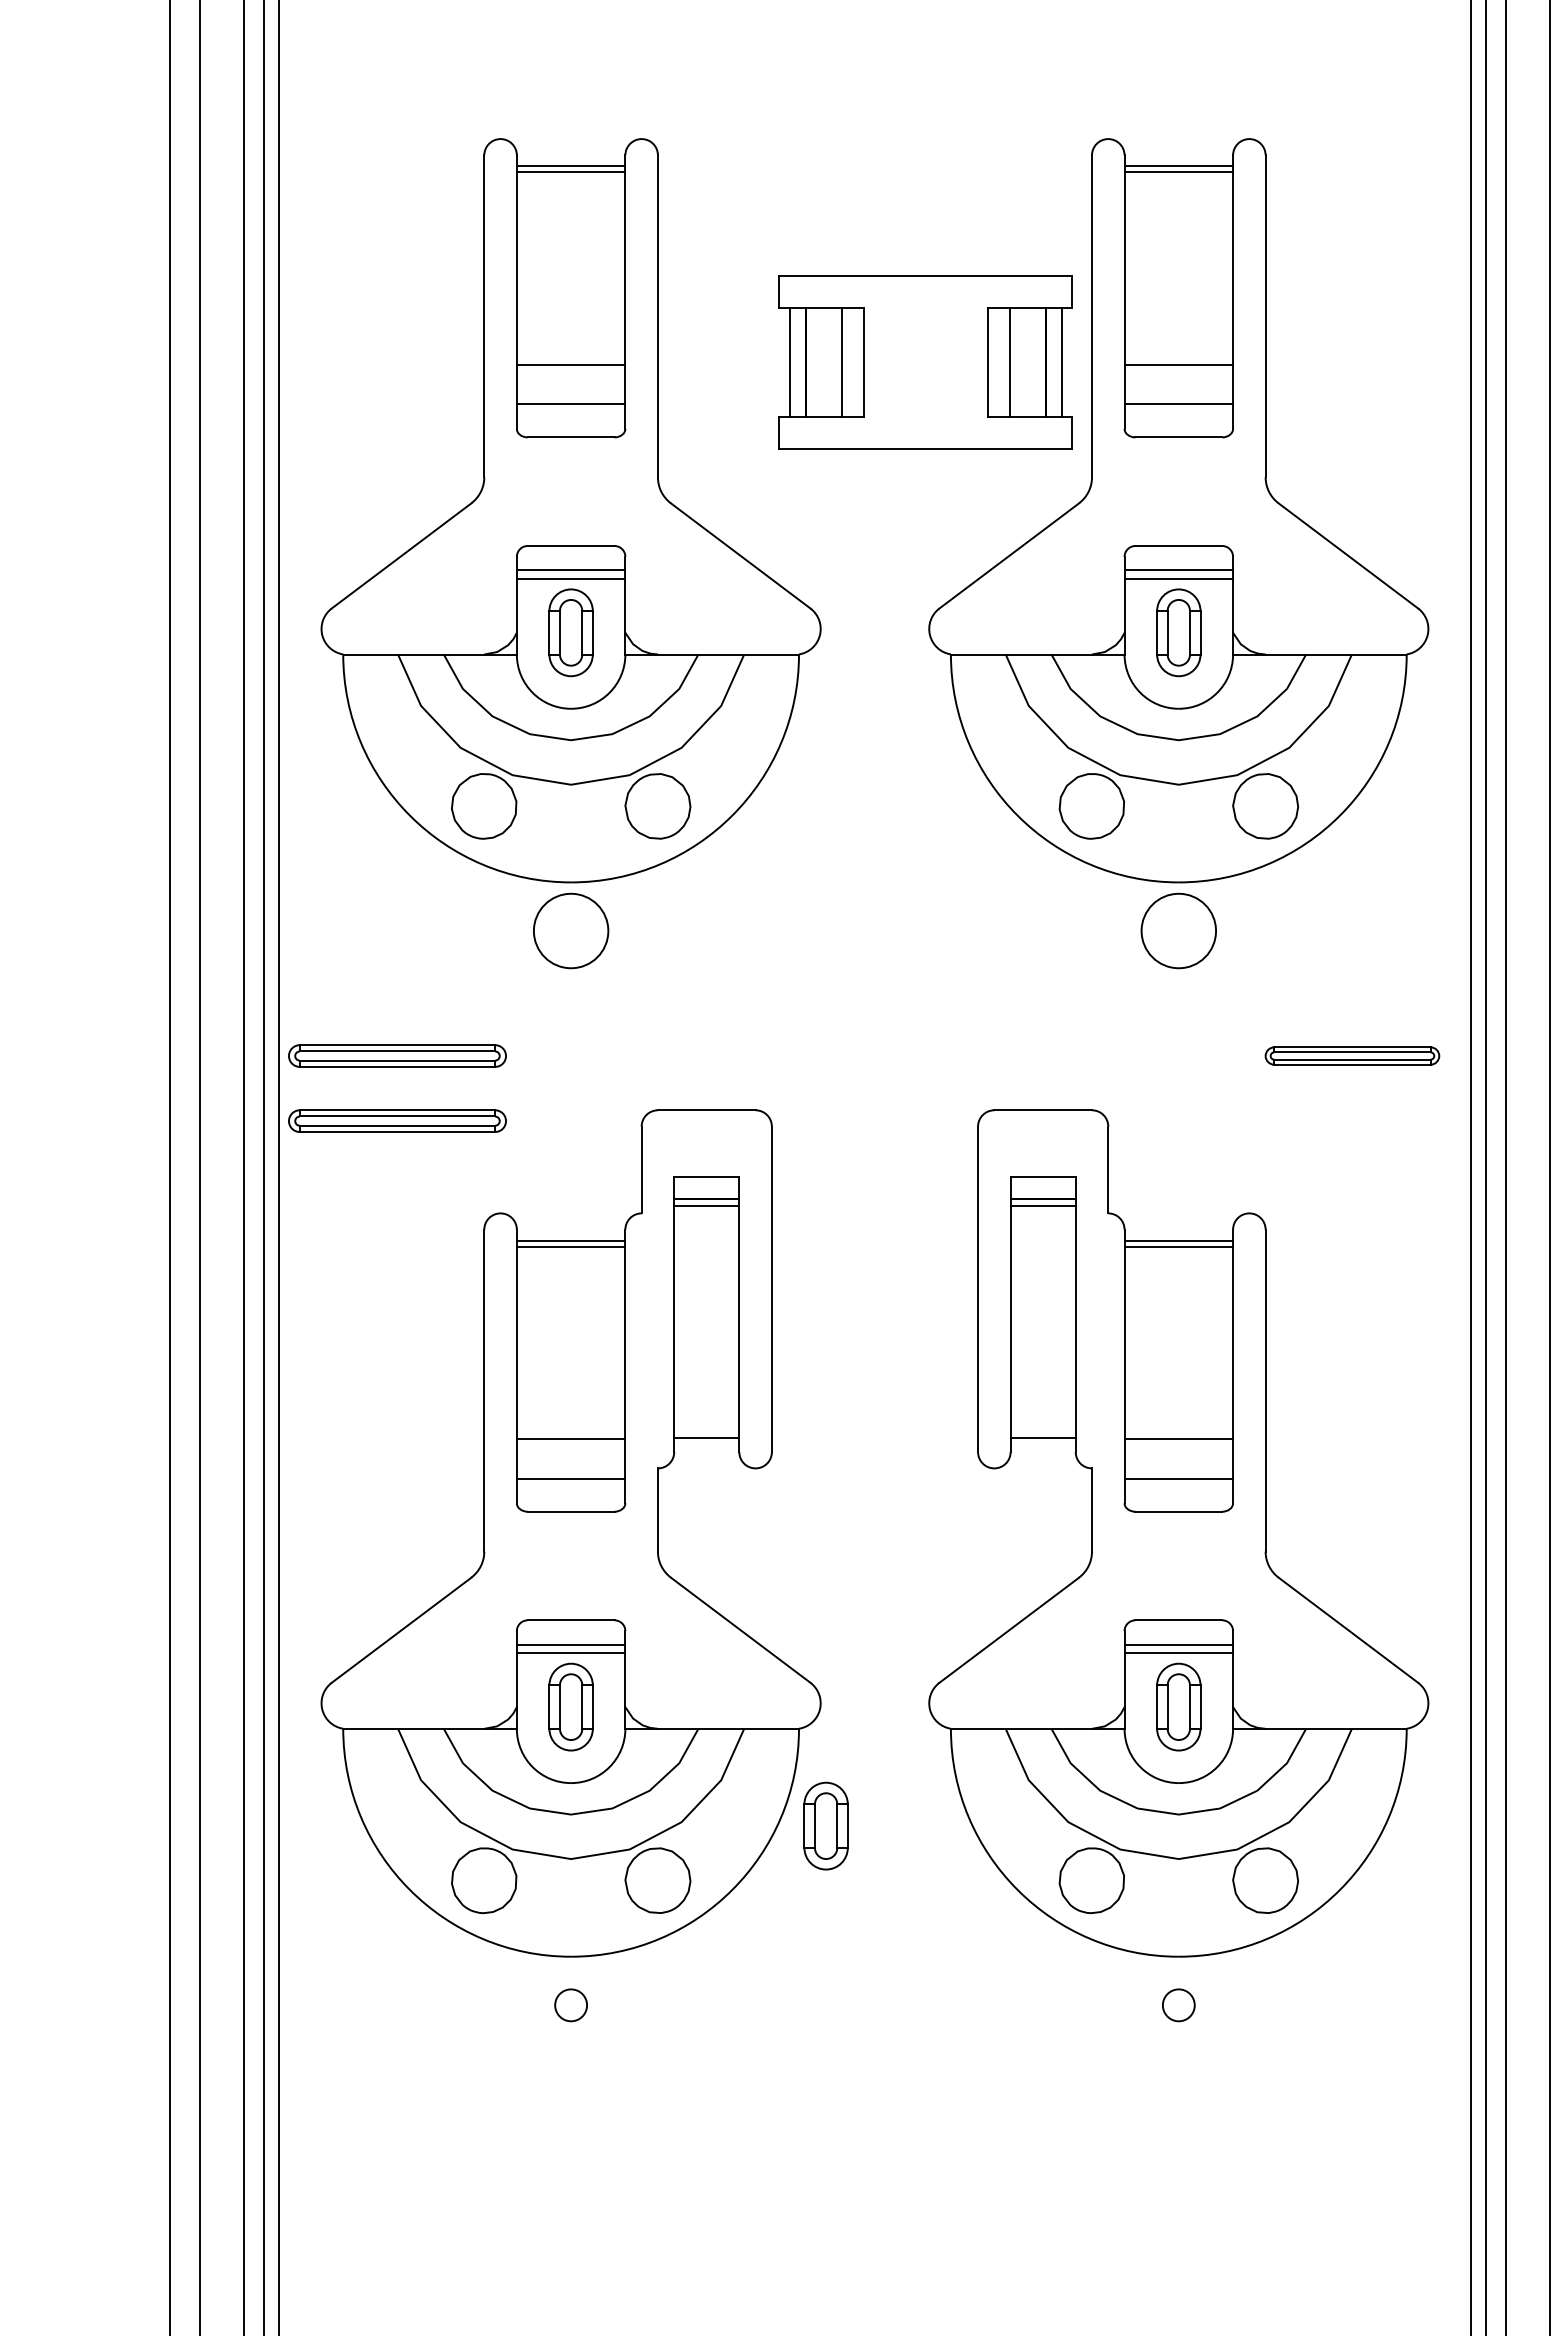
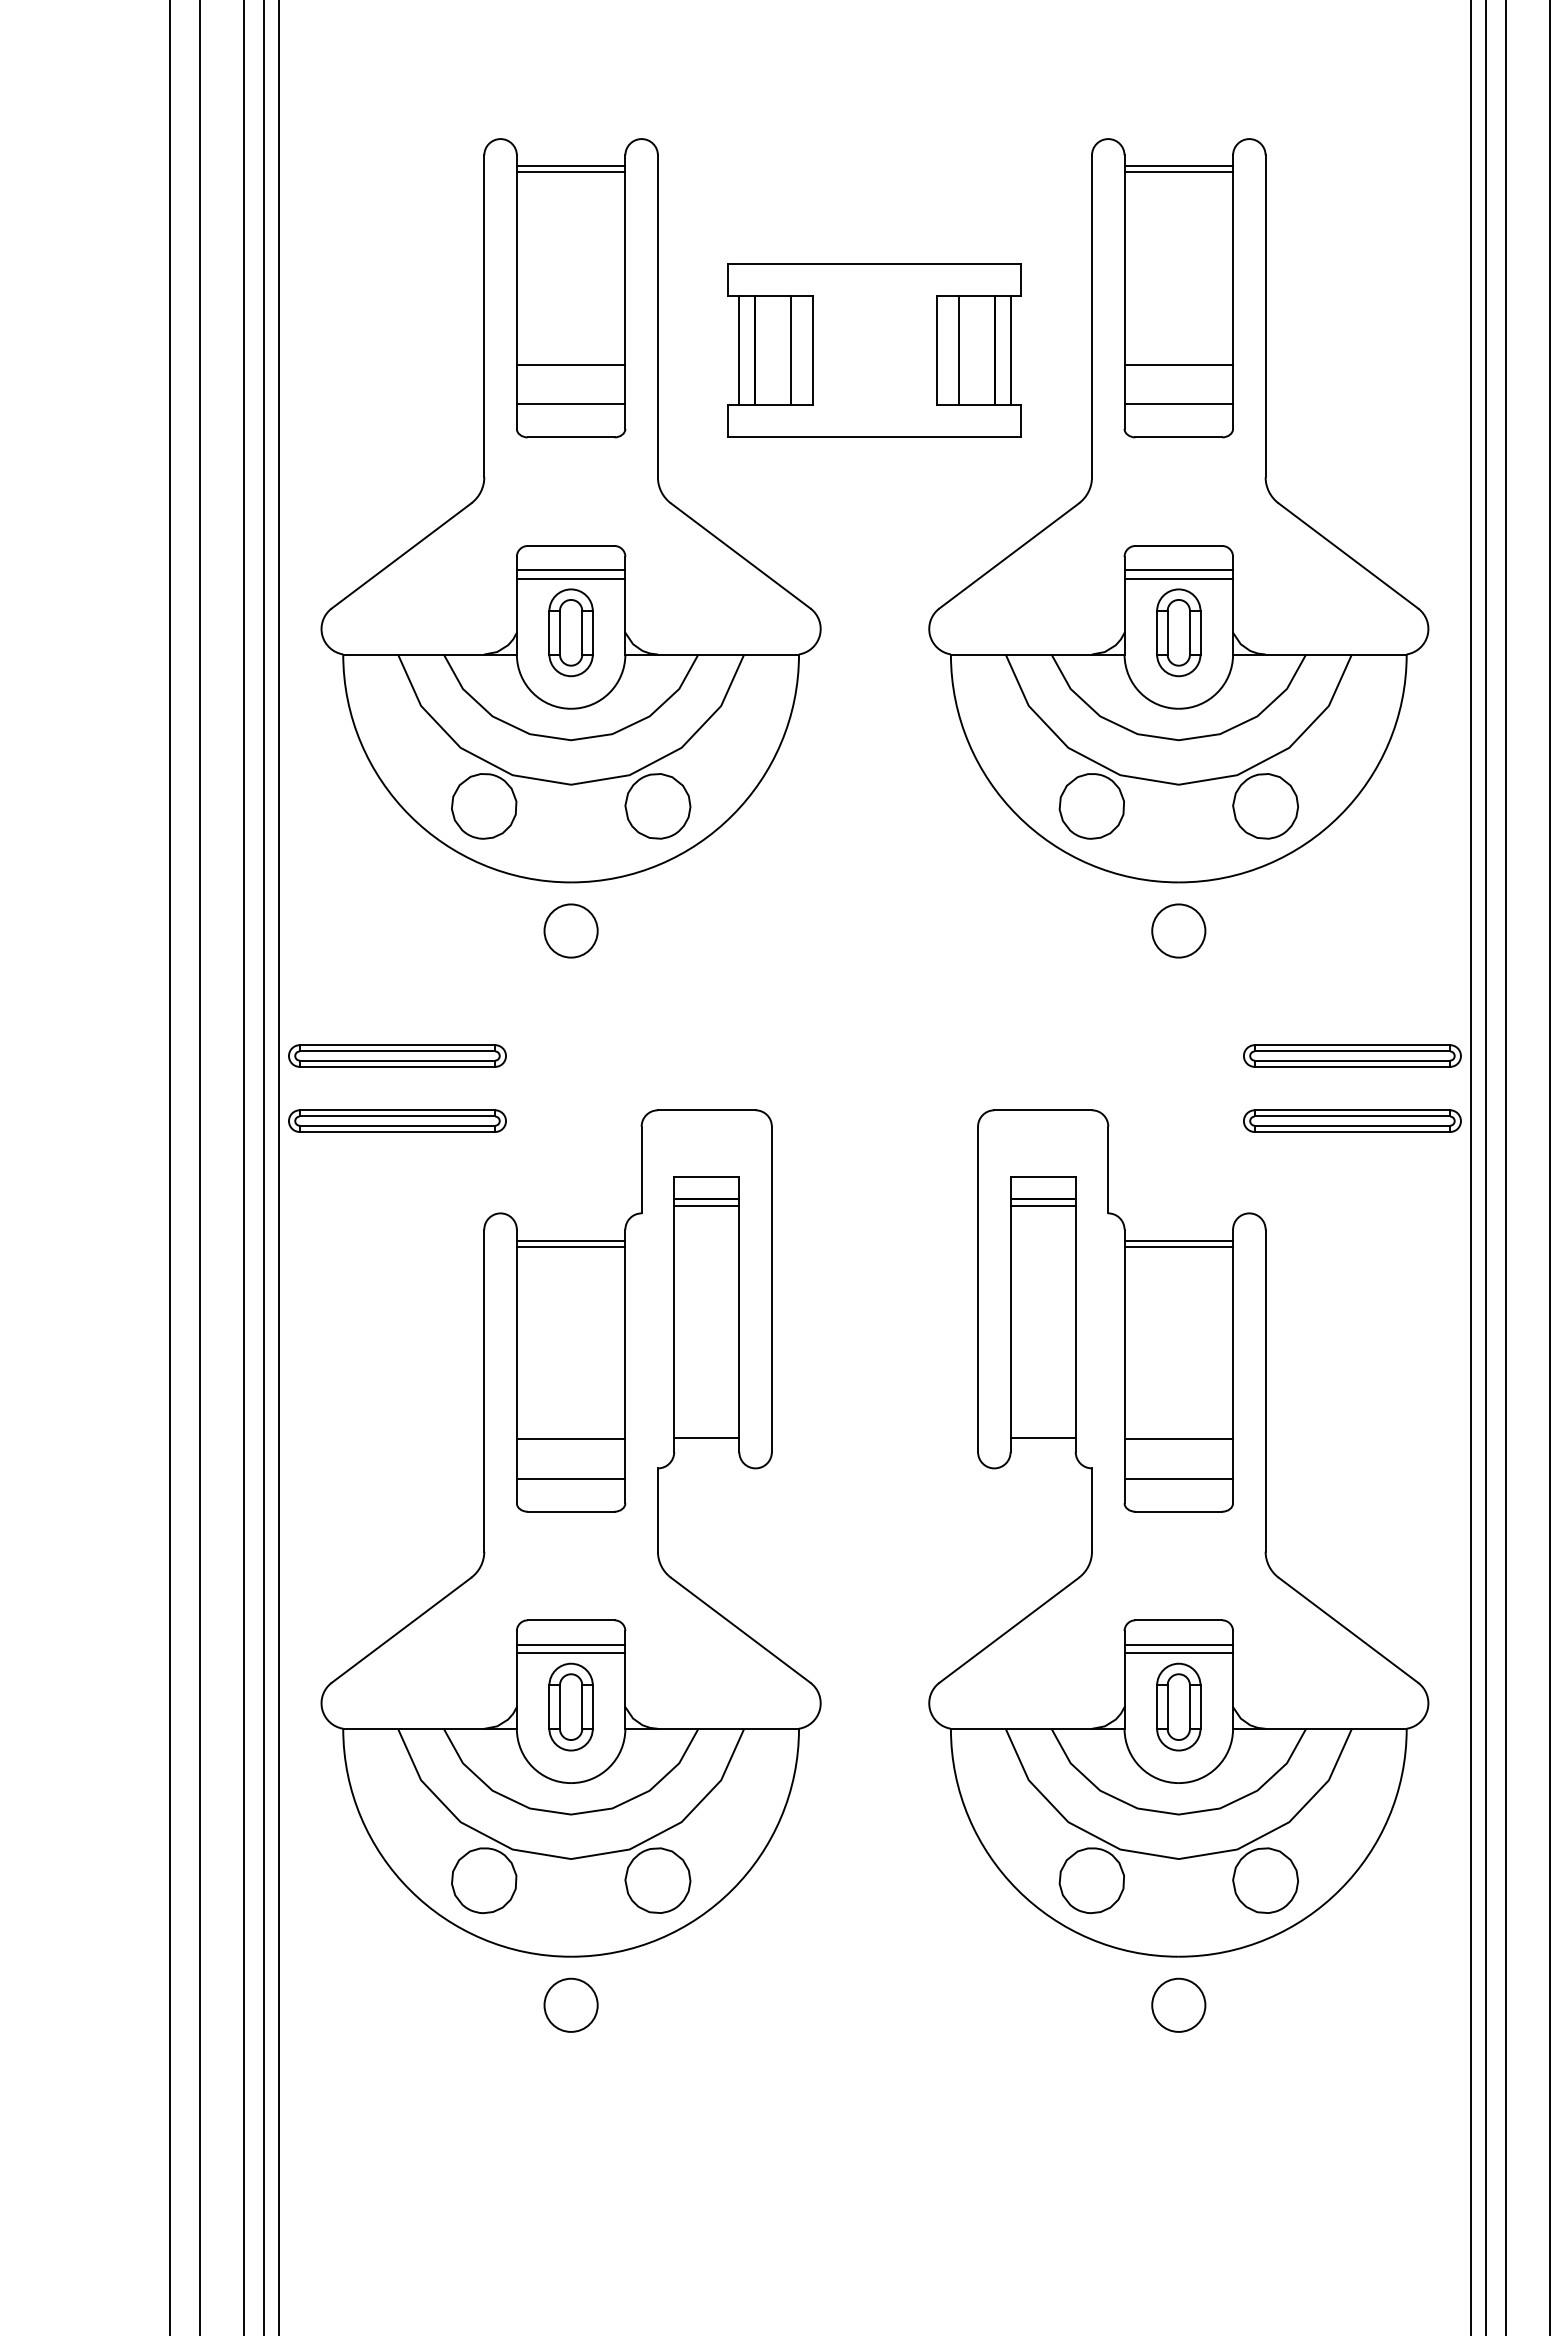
part at (925, 362) position: (925, 362) -> (874, 350)
circle at (570, 930) diameter: 74 px -> 53 px
circle at (1178, 930) diameter: 74 px -> 53 px
part at (1352, 1055) size: 177x20 px -> 219x24 px
part at (1352, 1120): none -> present
part at (825, 1825): present -> none
circle at (571, 2005) diameter: 32 px -> 53 px
circle at (1178, 2005) diameter: 32 px -> 53 px
